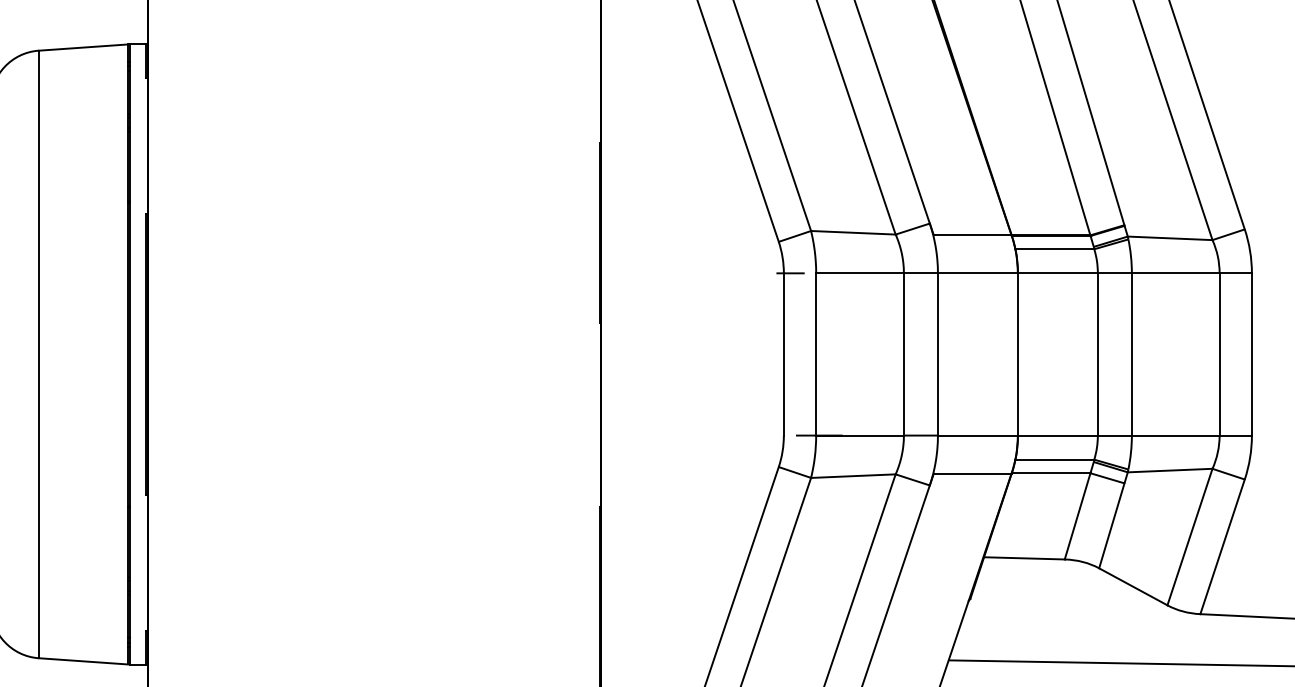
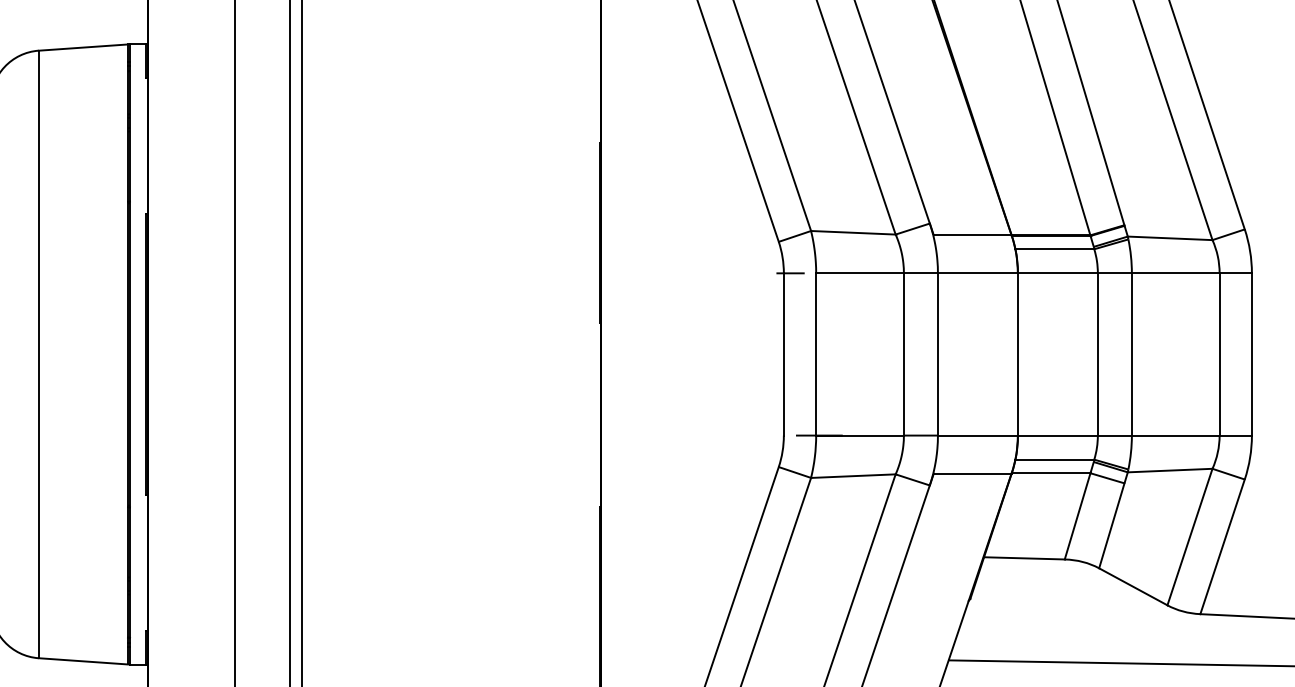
line at (234, 342): none -> present
line at (290, 342): none -> present
line at (302, 342): none -> present
